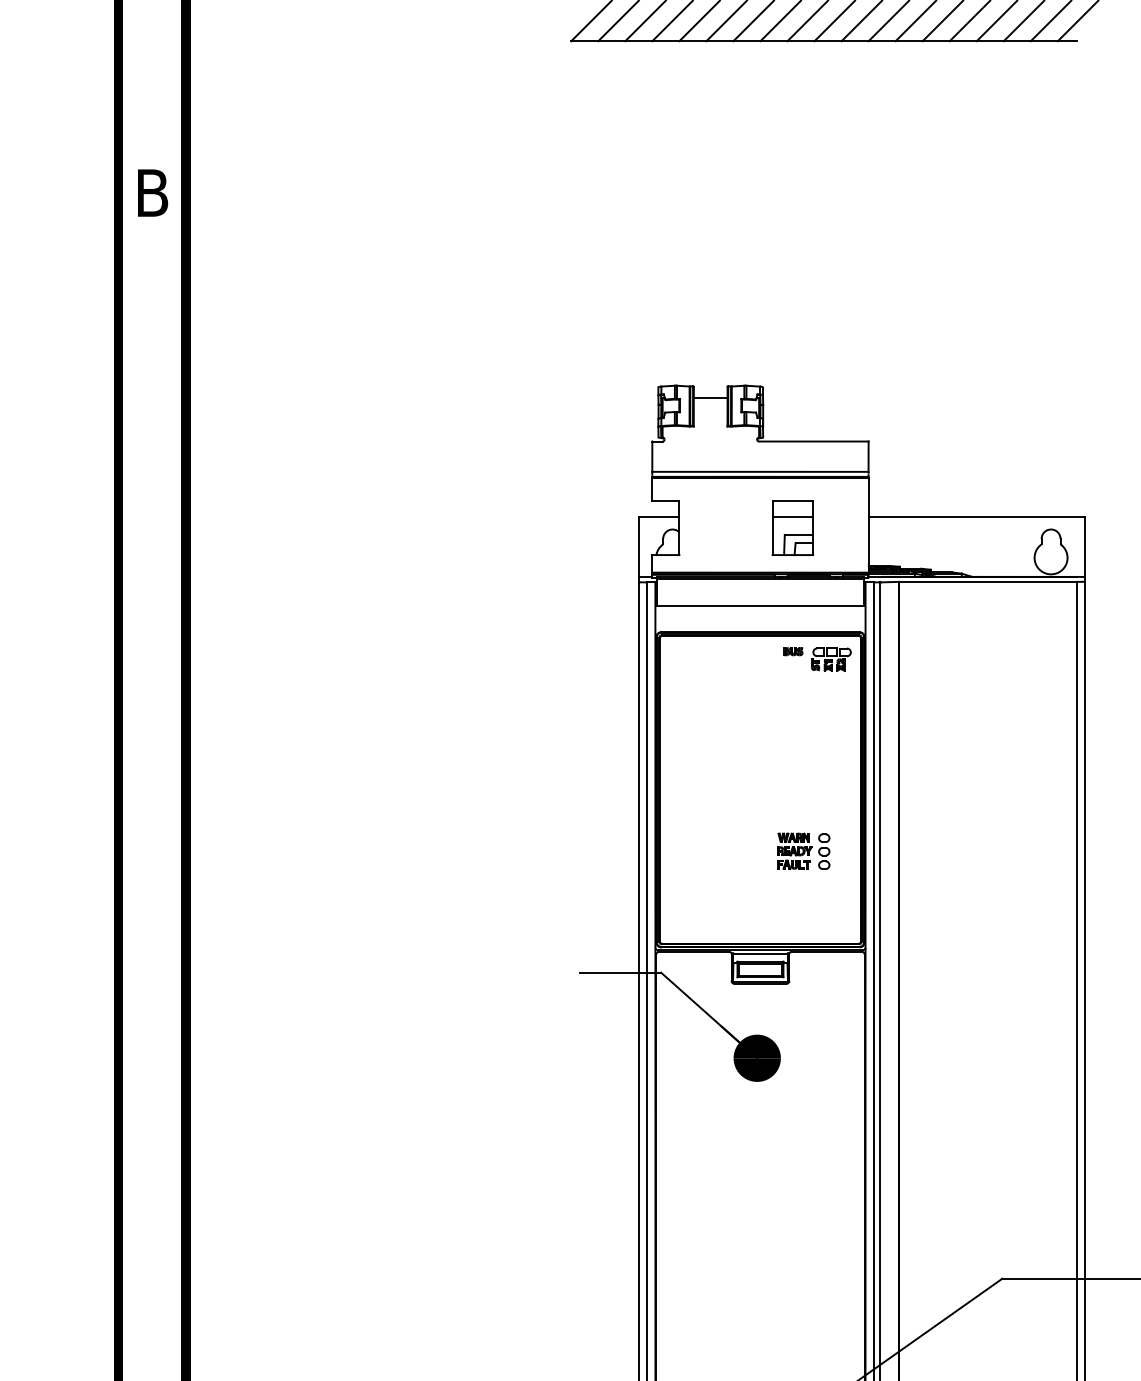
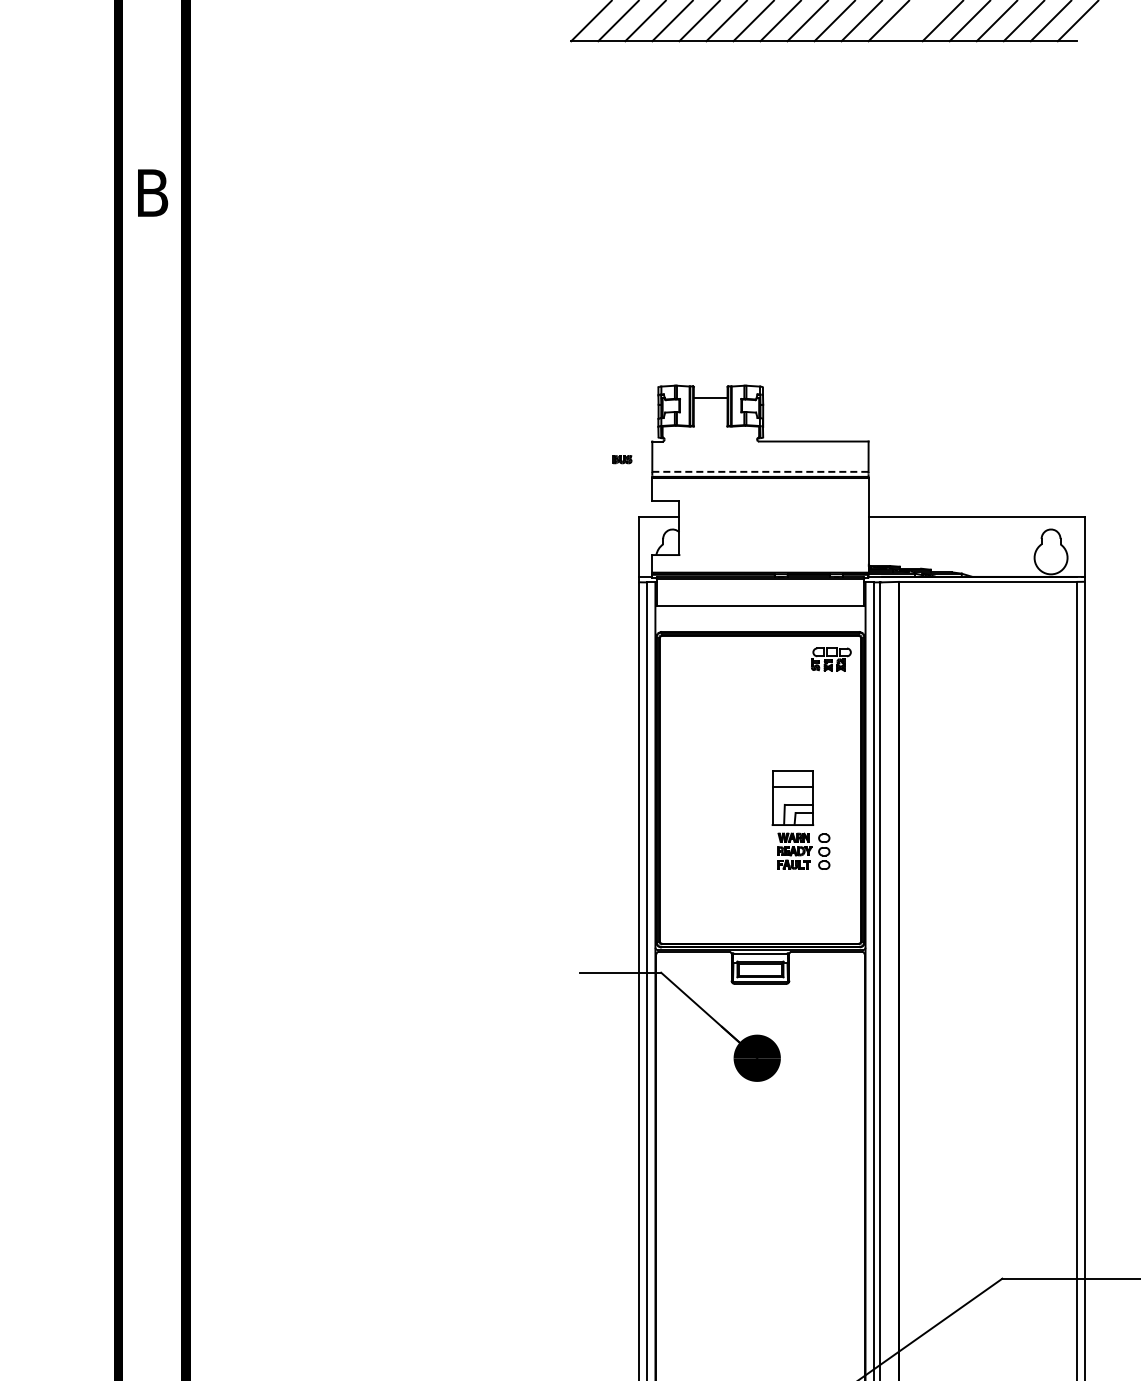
line at (914, 21): present -> none
line at (760, 471): solid -> dashed
part at (792, 527) position: (792, 527) -> (792, 797)
part at (793, 651) position: (793, 651) -> (622, 459)
